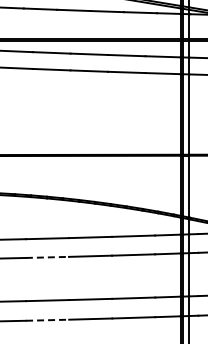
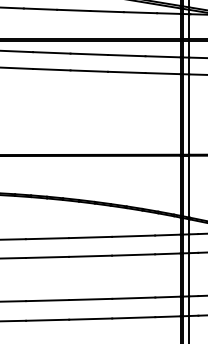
line at (47, 257): dashed -> solid
line at (47, 320): dashed -> solid
